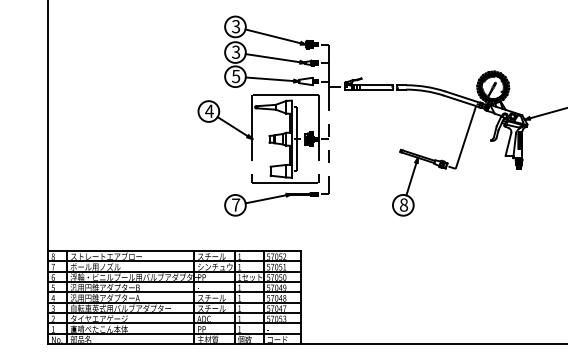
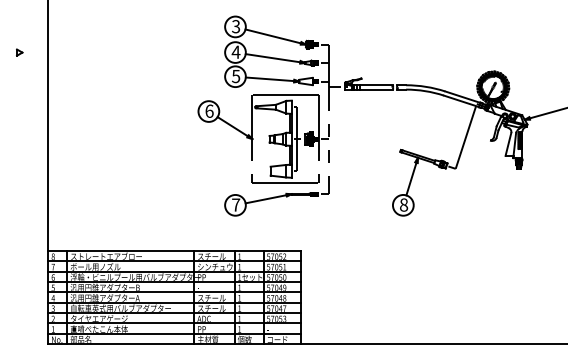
text at (235, 51): 3 -> 4
part at (19, 52): none -> present
text at (209, 110): 4 -> 6
